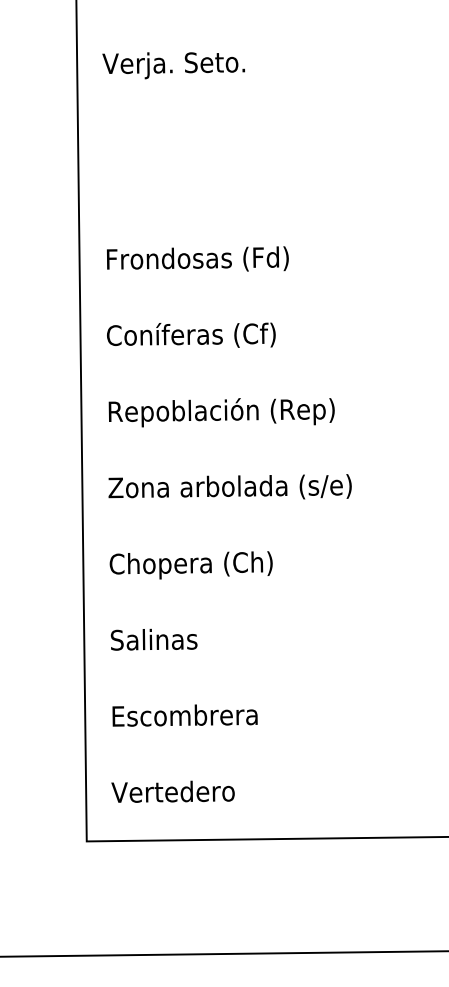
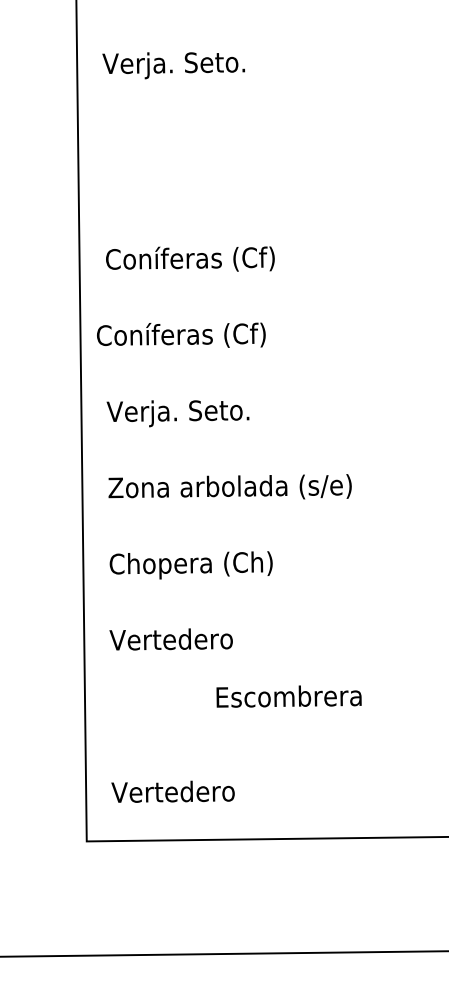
text at (197, 258): Frondosas (Fd) -> Coníferas (Cf)
text at (191, 334) position: (191, 334) -> (181, 334)
text at (220, 412): Repoblación (Rep) -> Verja. Seto.
text at (170, 639): Salinas -> Vertedero
text at (184, 715) position: (184, 715) -> (288, 696)
